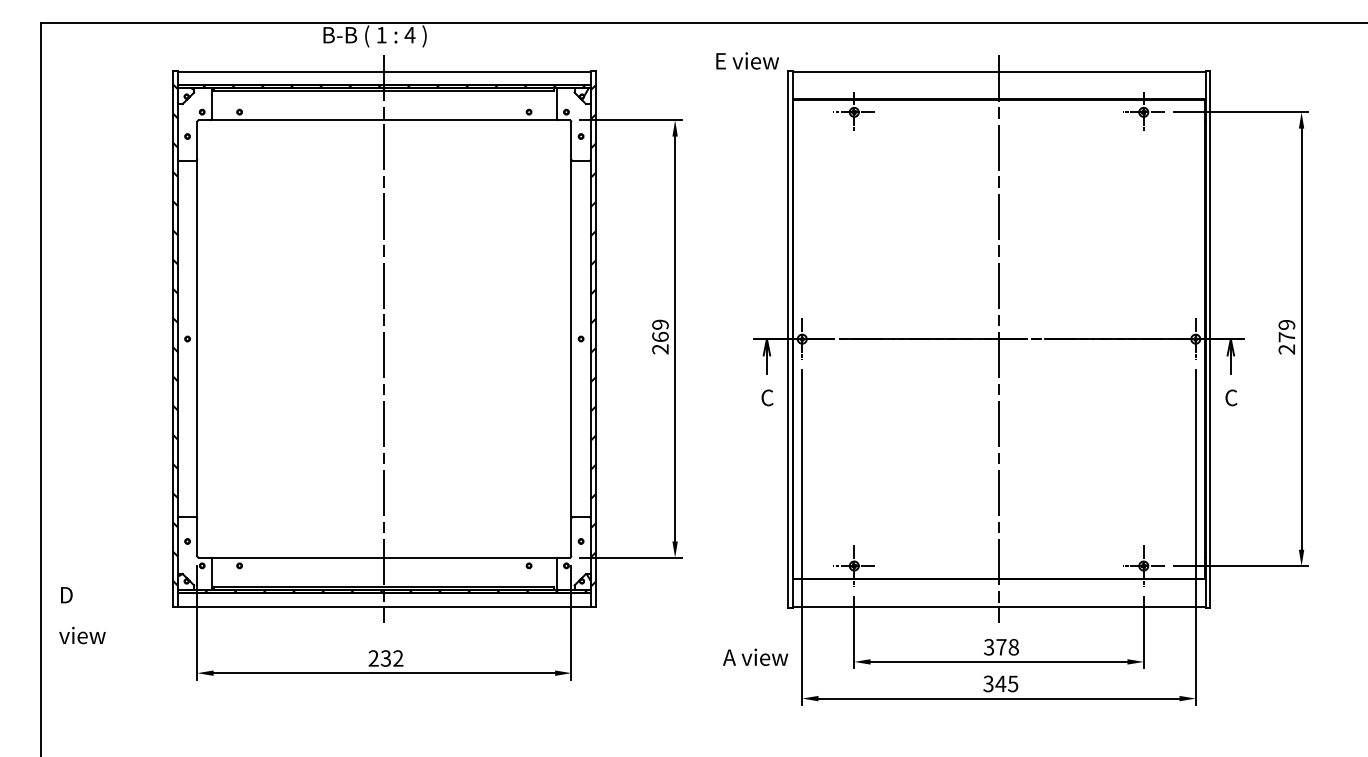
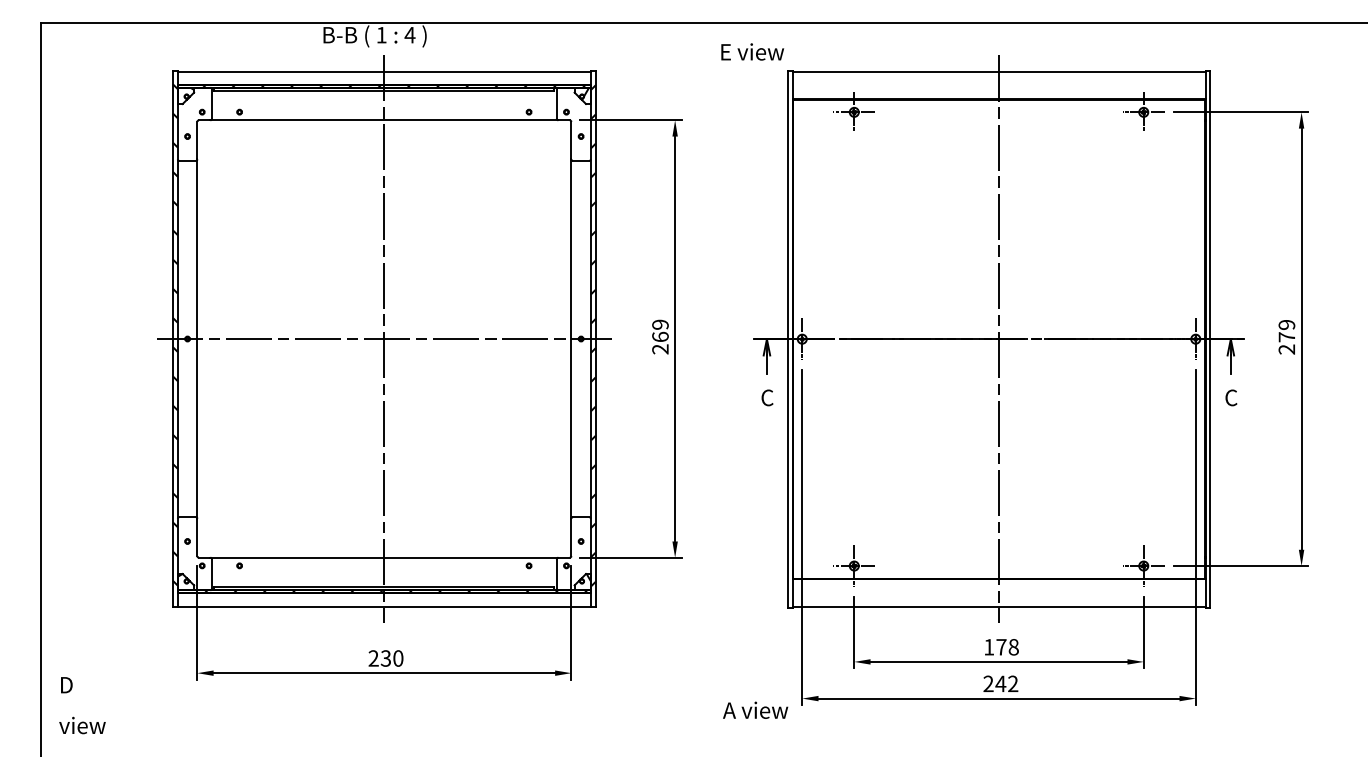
text at (747, 60) position: (747, 60) -> (752, 51)
line at (384, 339): none -> present
text at (82, 615) position: (82, 615) -> (82, 705)
text at (989, 646): 378 -> 178
text at (755, 656) position: (755, 656) -> (755, 709)
text at (398, 658): 232 -> 230
text at (1000, 683): 345 -> 242
